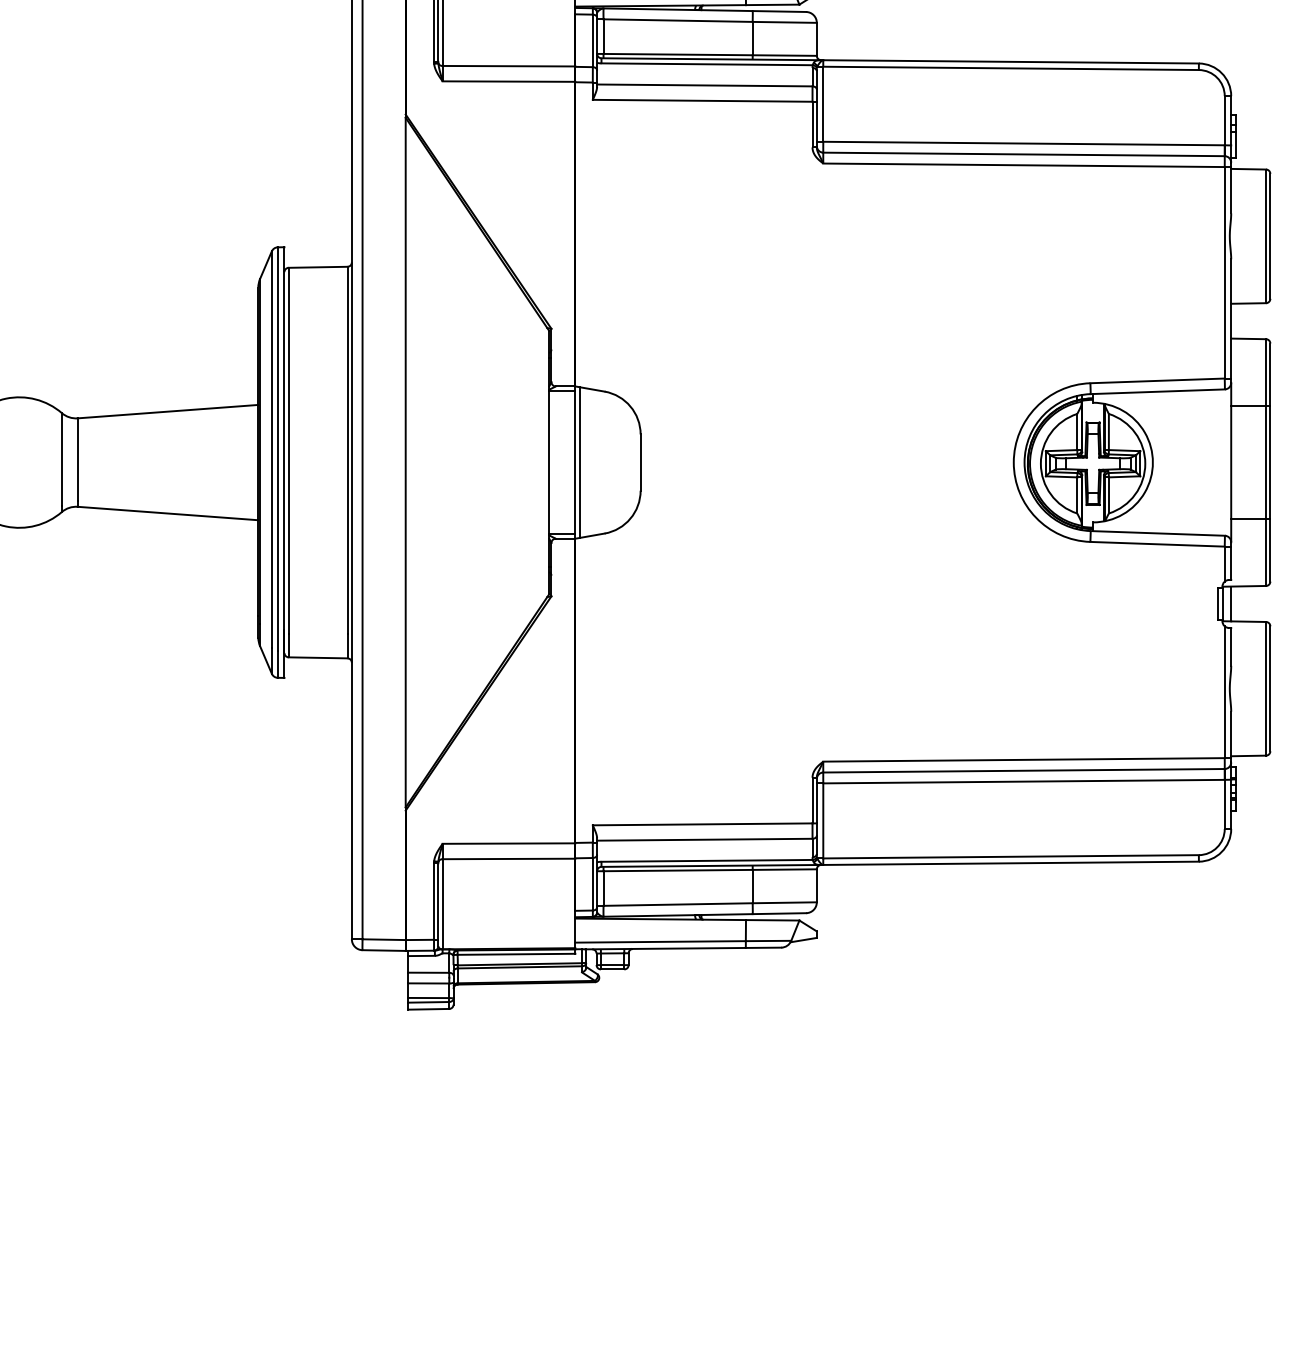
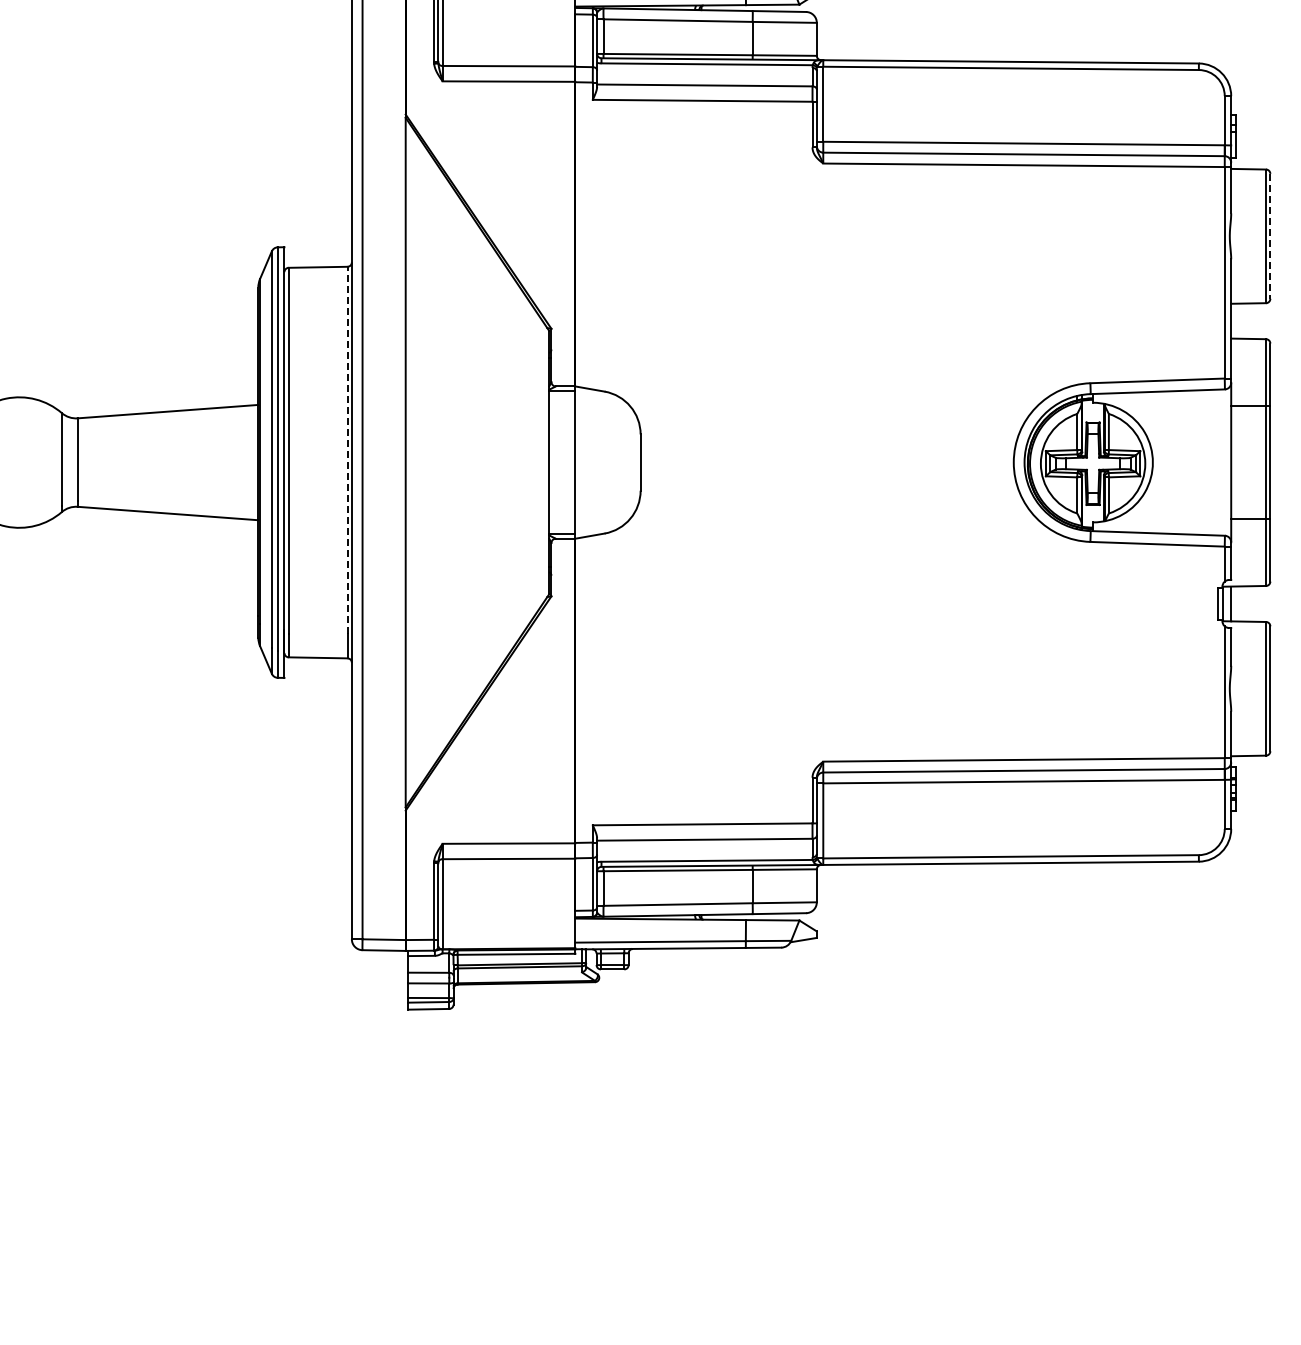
line at (1270, 236): solid -> dashed
line at (347, 450): solid -> dashed
line at (579, 462): present -> none
